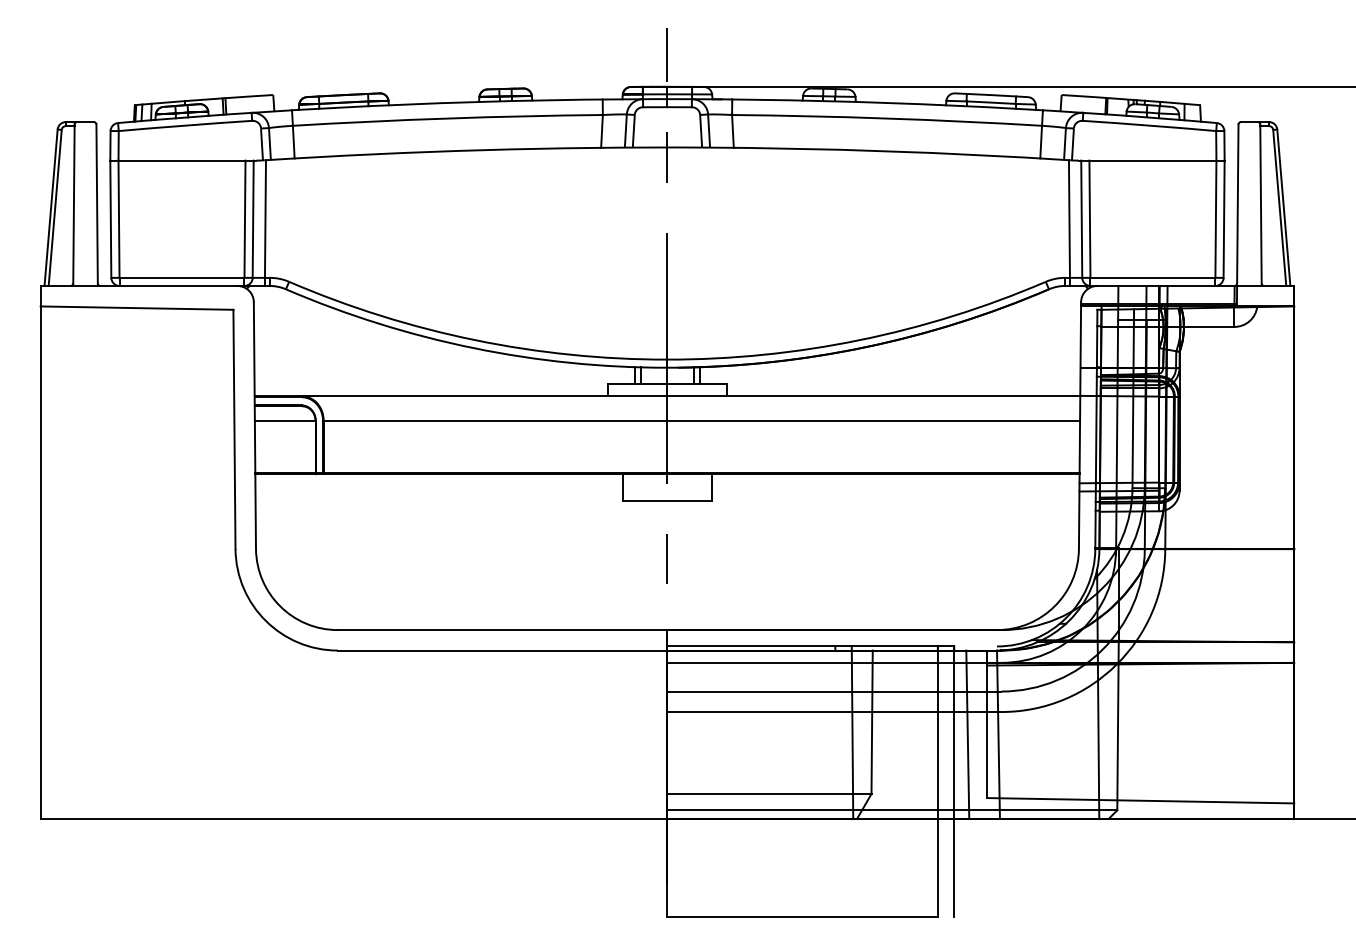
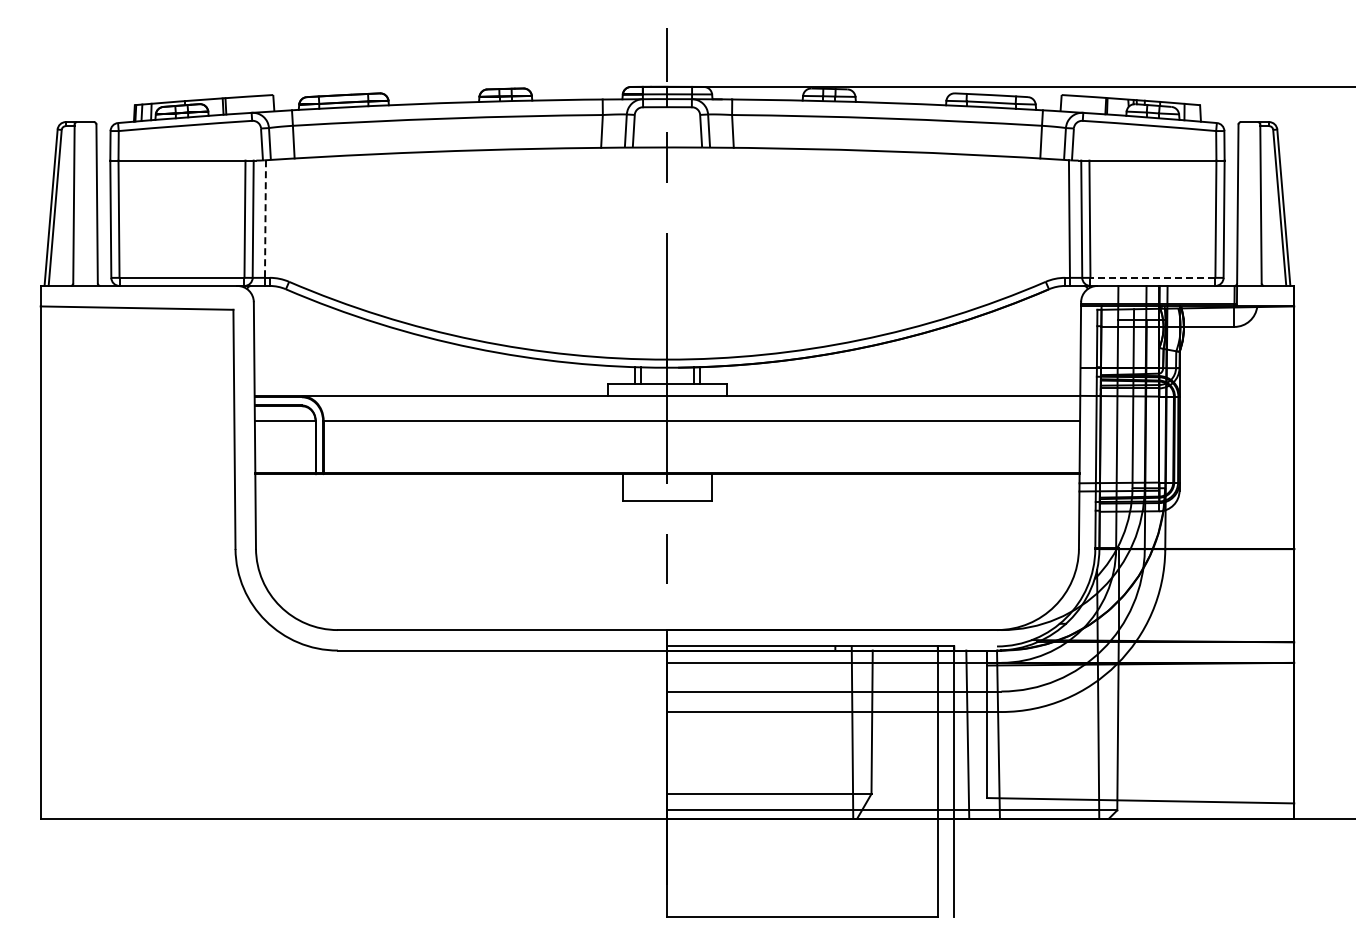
line at (265, 219): solid -> dashed
line at (1152, 277): solid -> dashed
